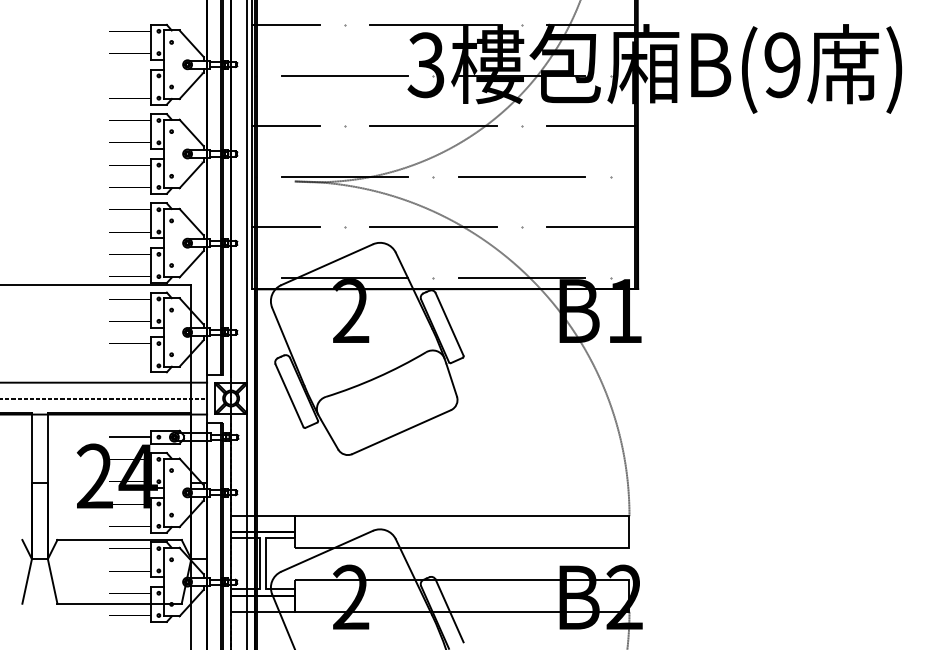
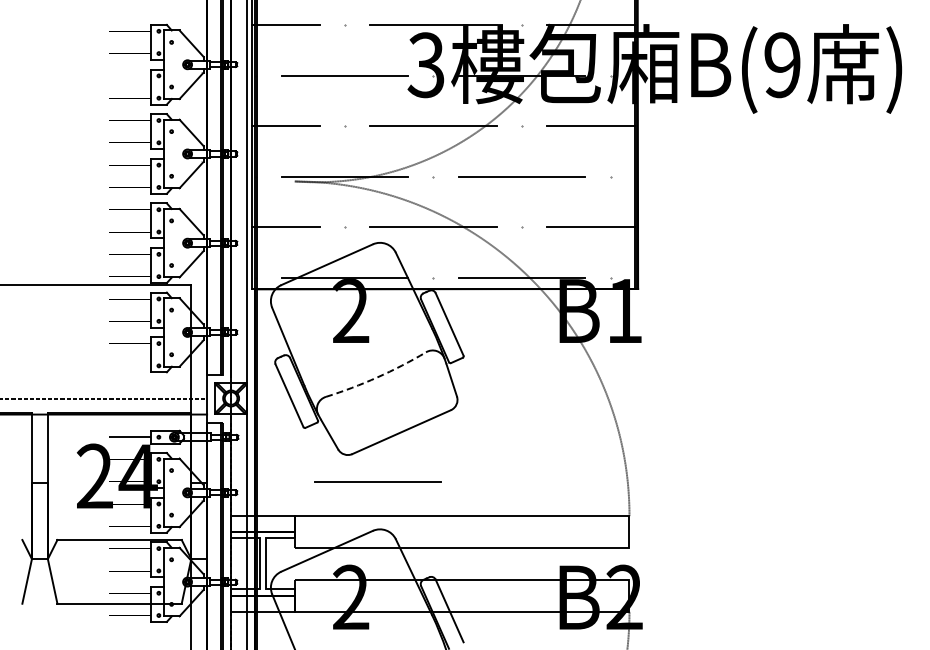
arc at (377, 377): solid -> dashed
line at (104, 382): present -> none
line at (377, 481): none -> present
